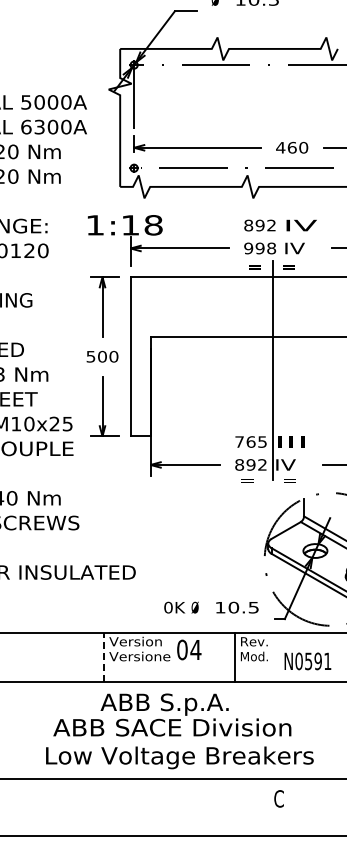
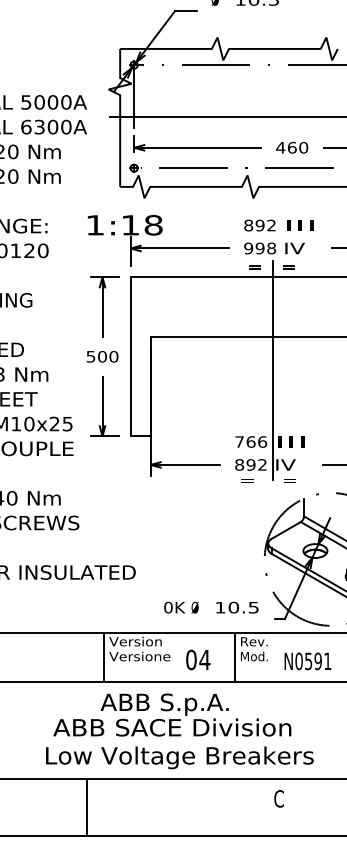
line at (226, 116): none -> present
text at (301, 225): IV -> III
text at (262, 441): 765 -> 766
text at (189, 649) position: (189, 649) -> (198, 659)
line at (104, 657): dashed -> solid
line at (87, 807): none -> present
